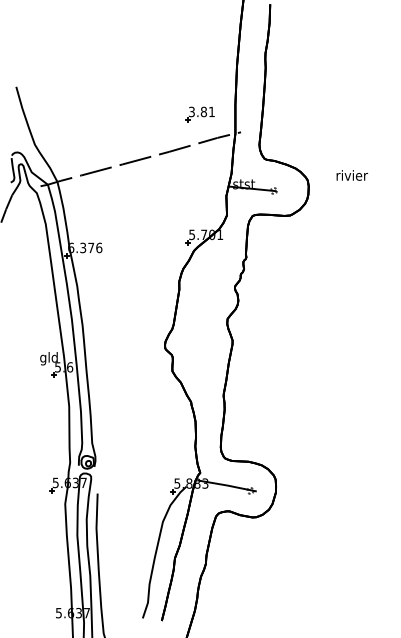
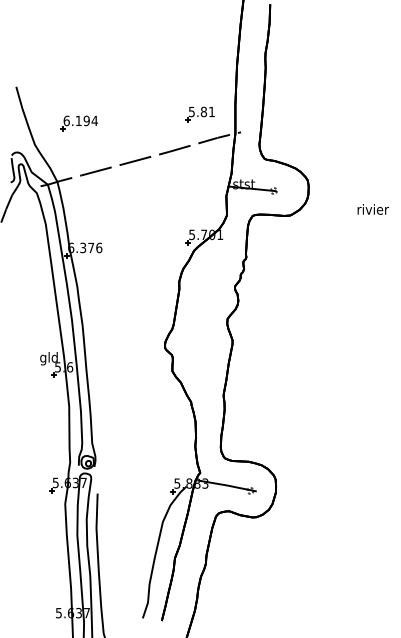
text at (191, 111): 3.81 -> 5.81
part at (78, 123): none -> present
text at (351, 175) position: (351, 175) -> (372, 209)
